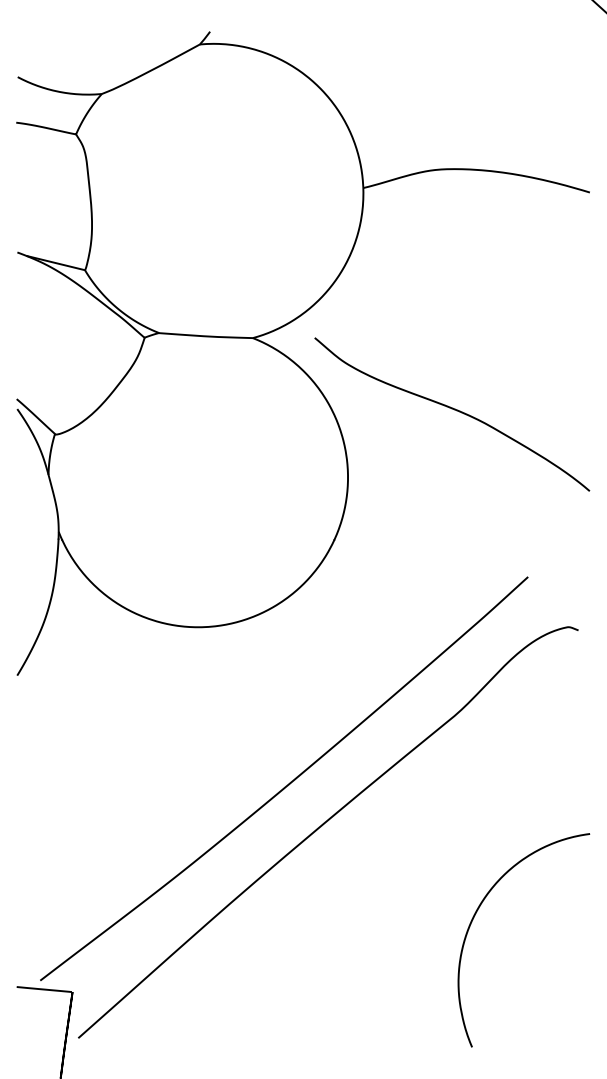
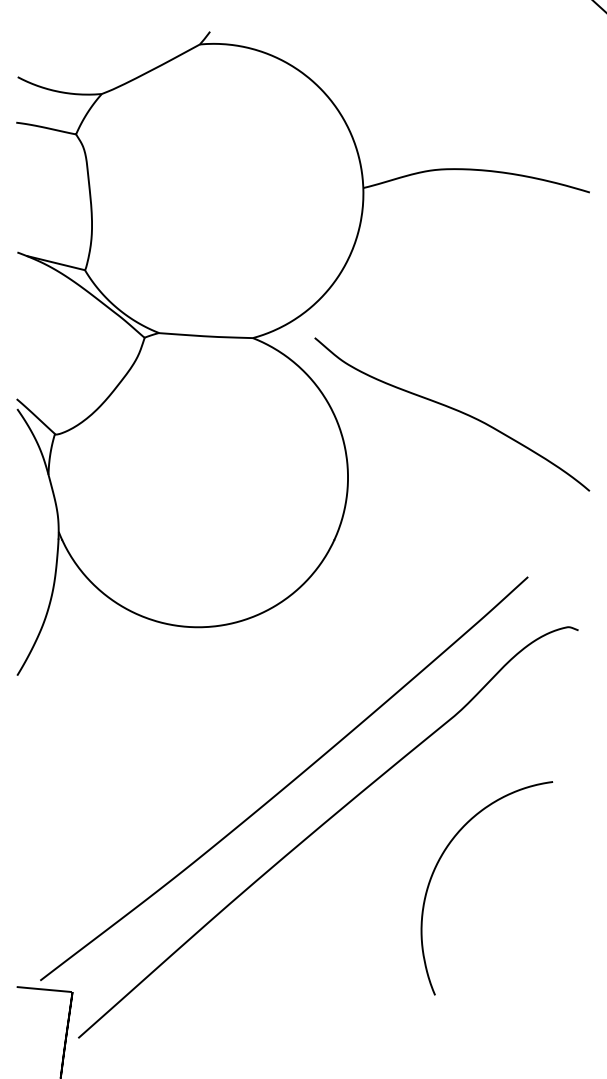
curve at (478, 910) position: (478, 910) -> (441, 858)
